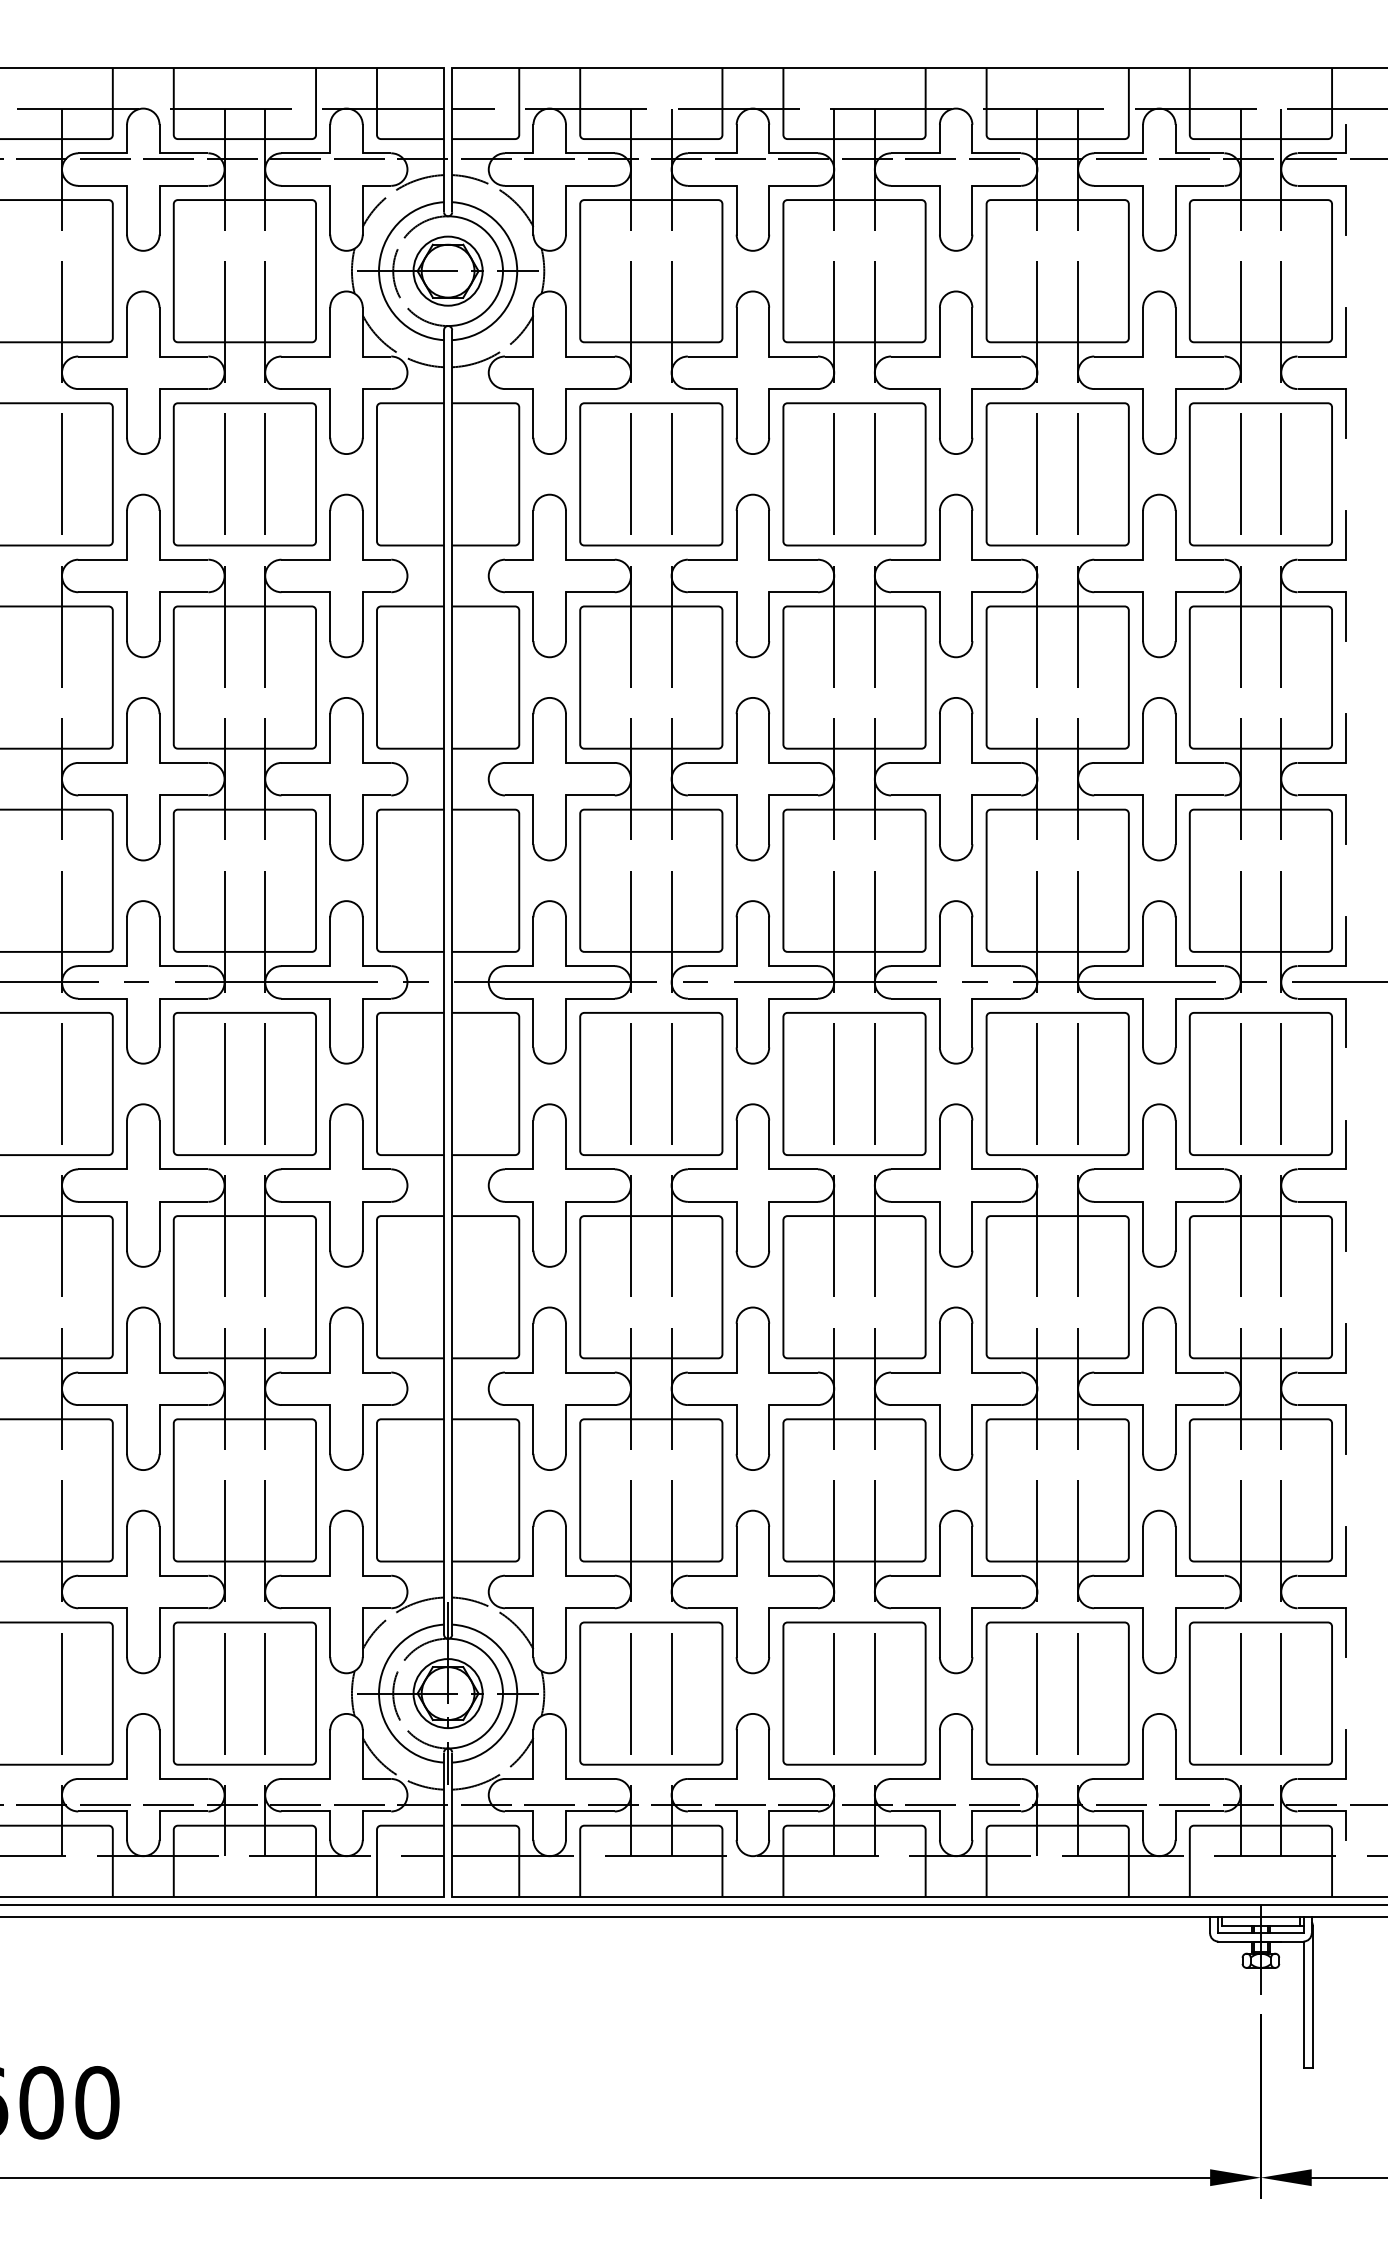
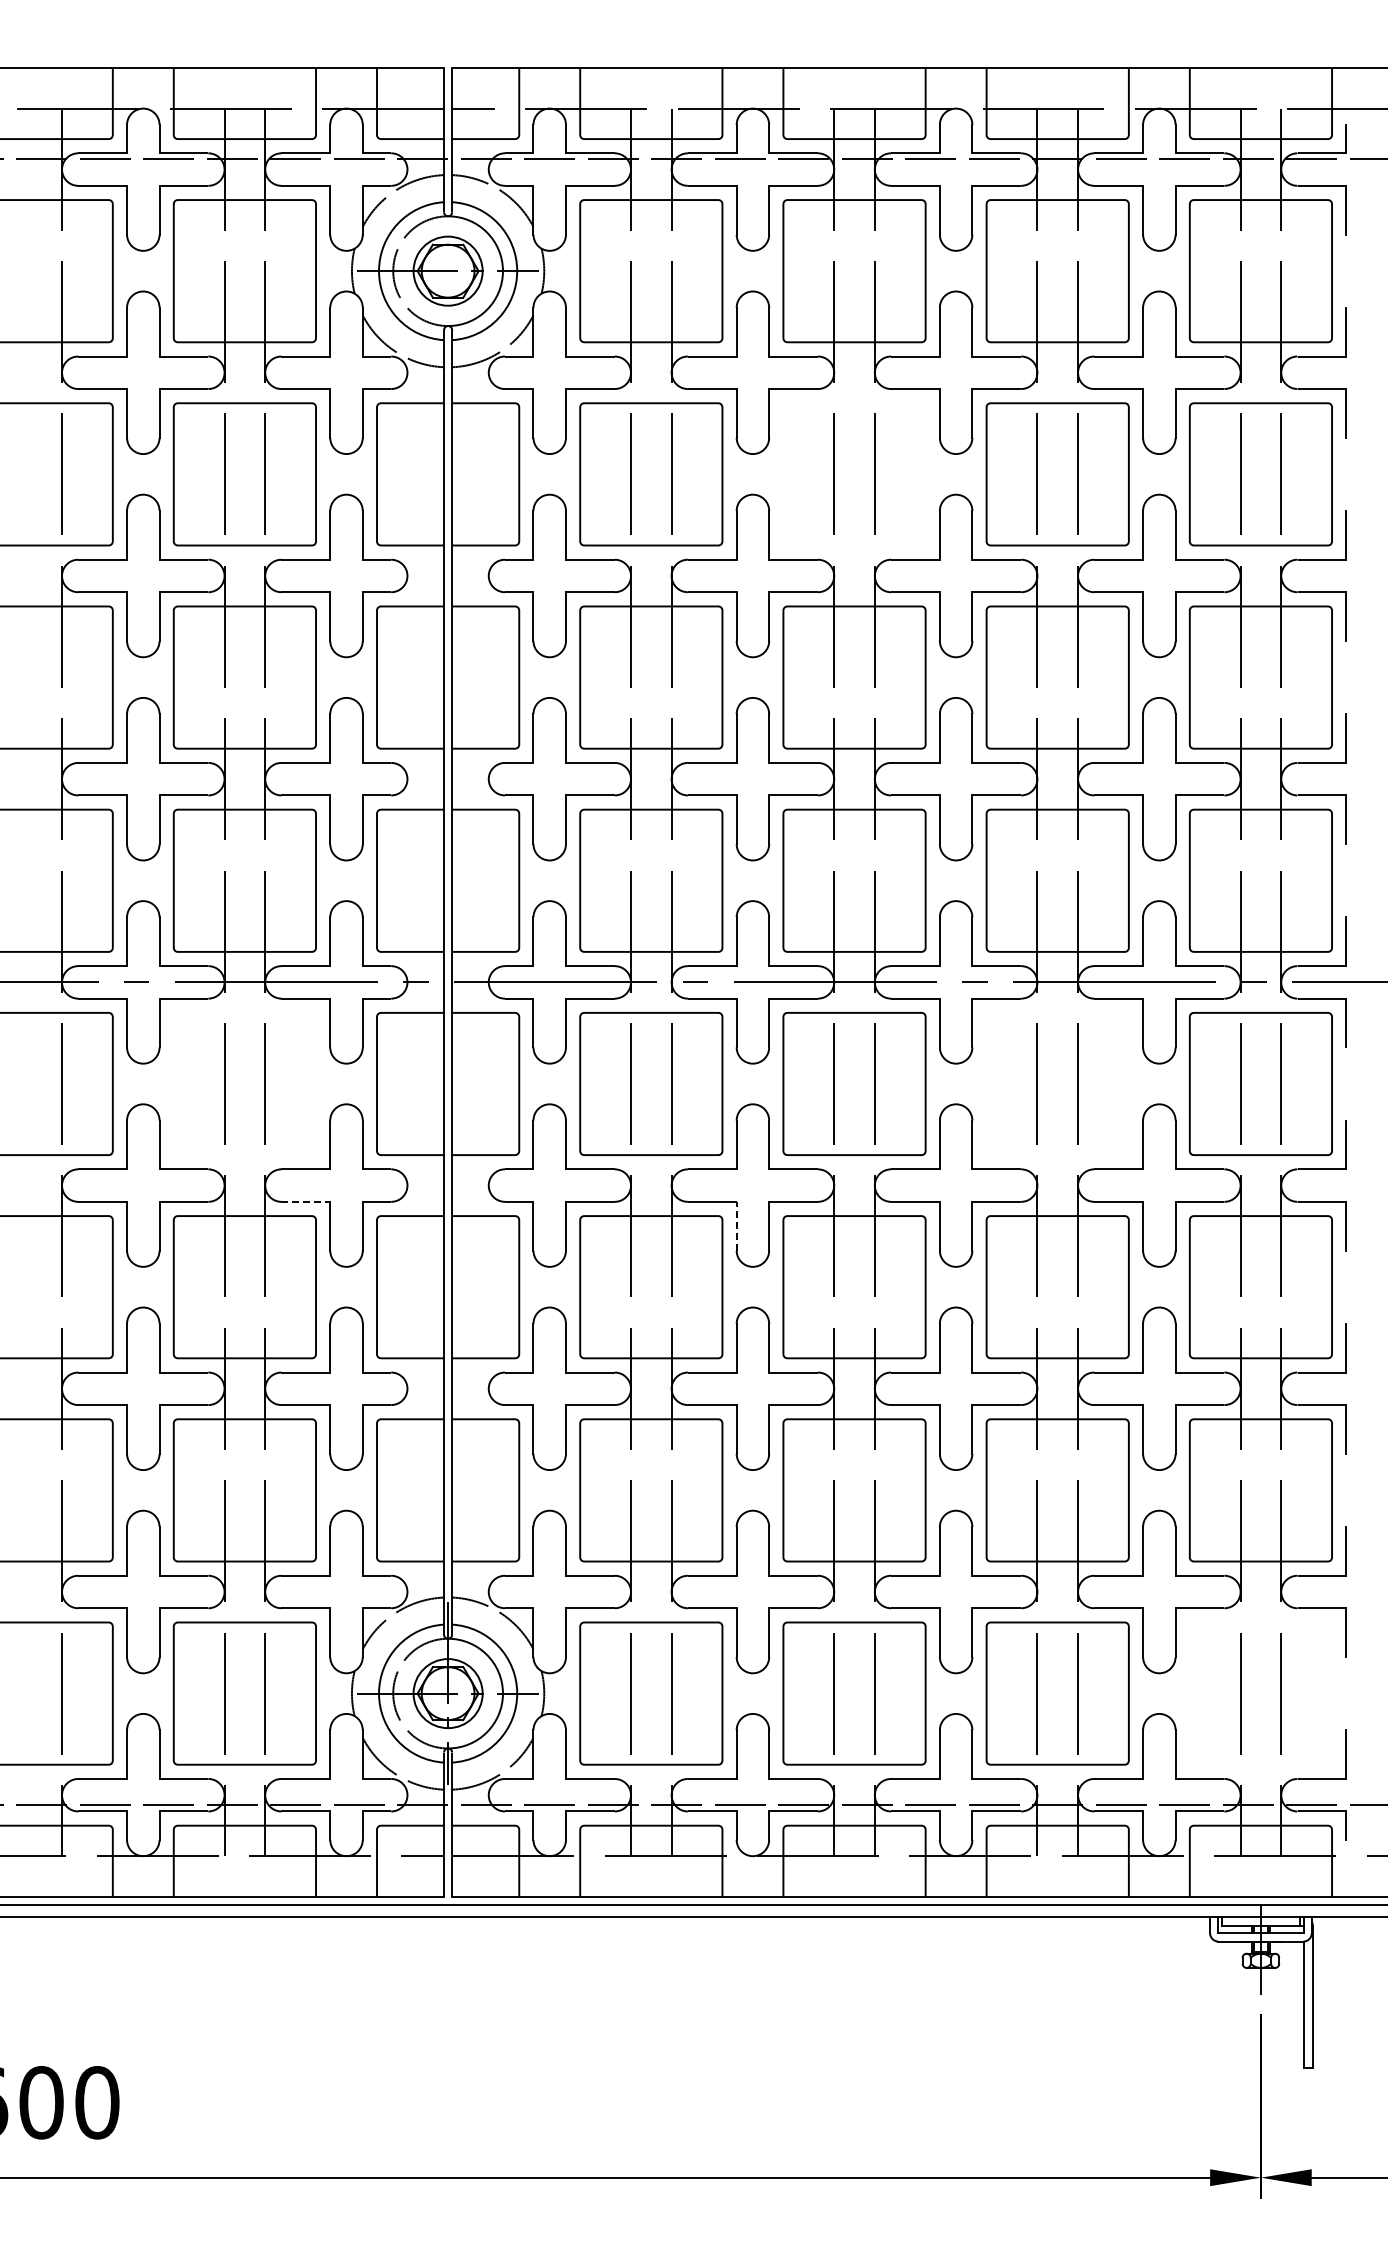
part at (854, 474): present -> none
part at (244, 1083): present -> none
part at (1057, 1083): present -> none
line at (306, 1201): solid -> dashed
line at (736, 1225): solid -> dashed
part at (1260, 1693): present -> none
